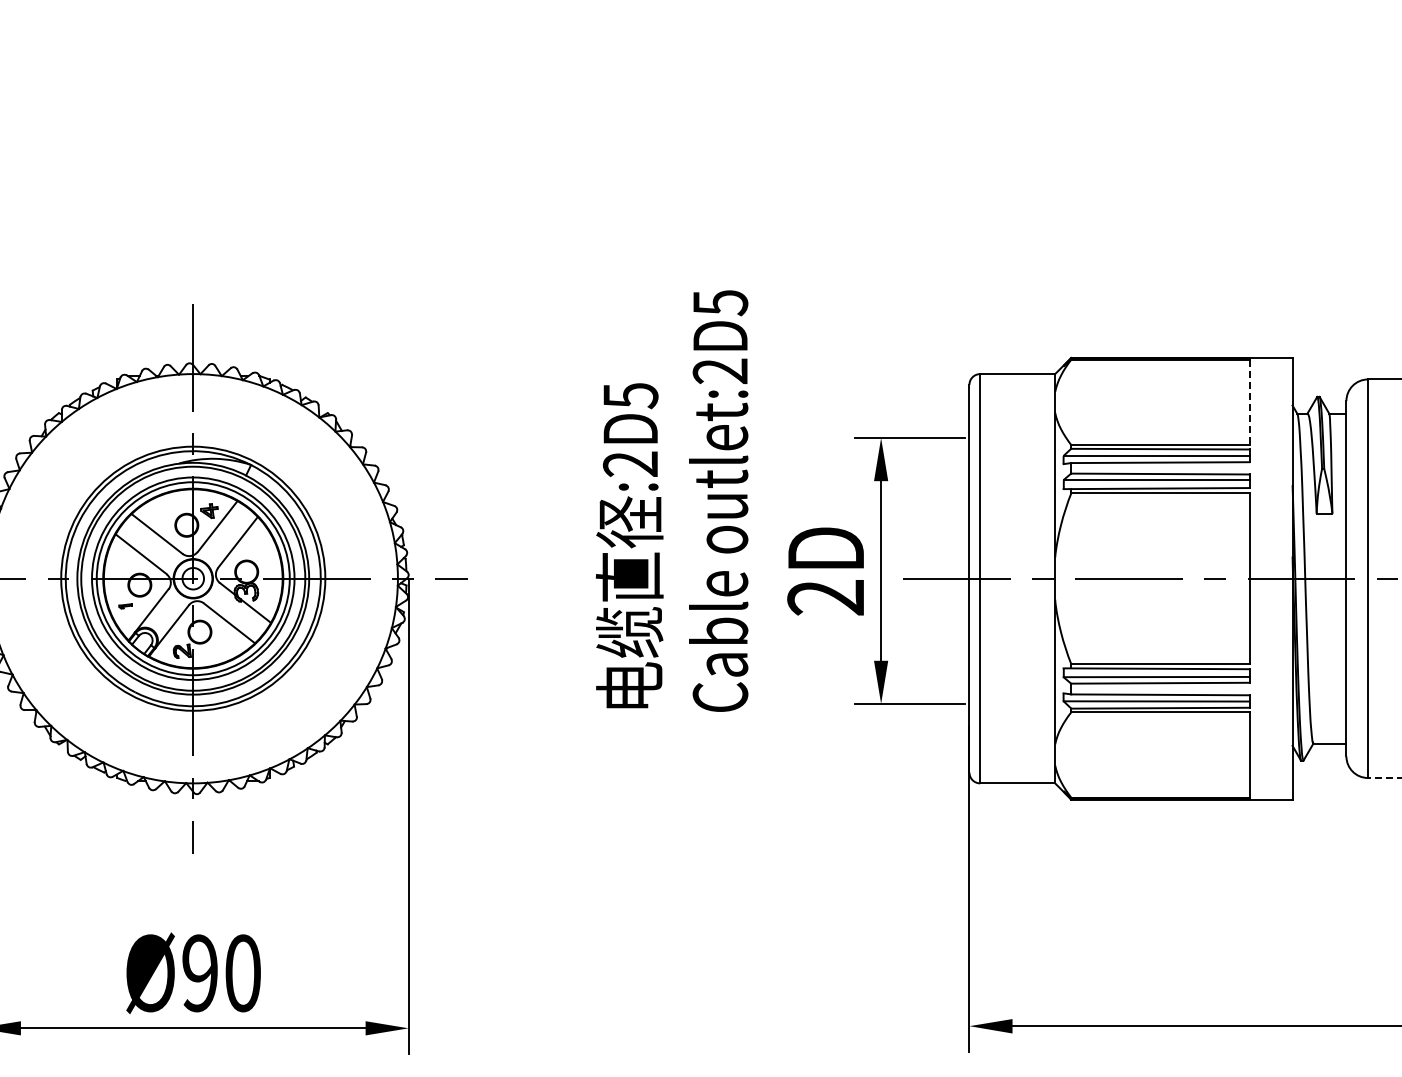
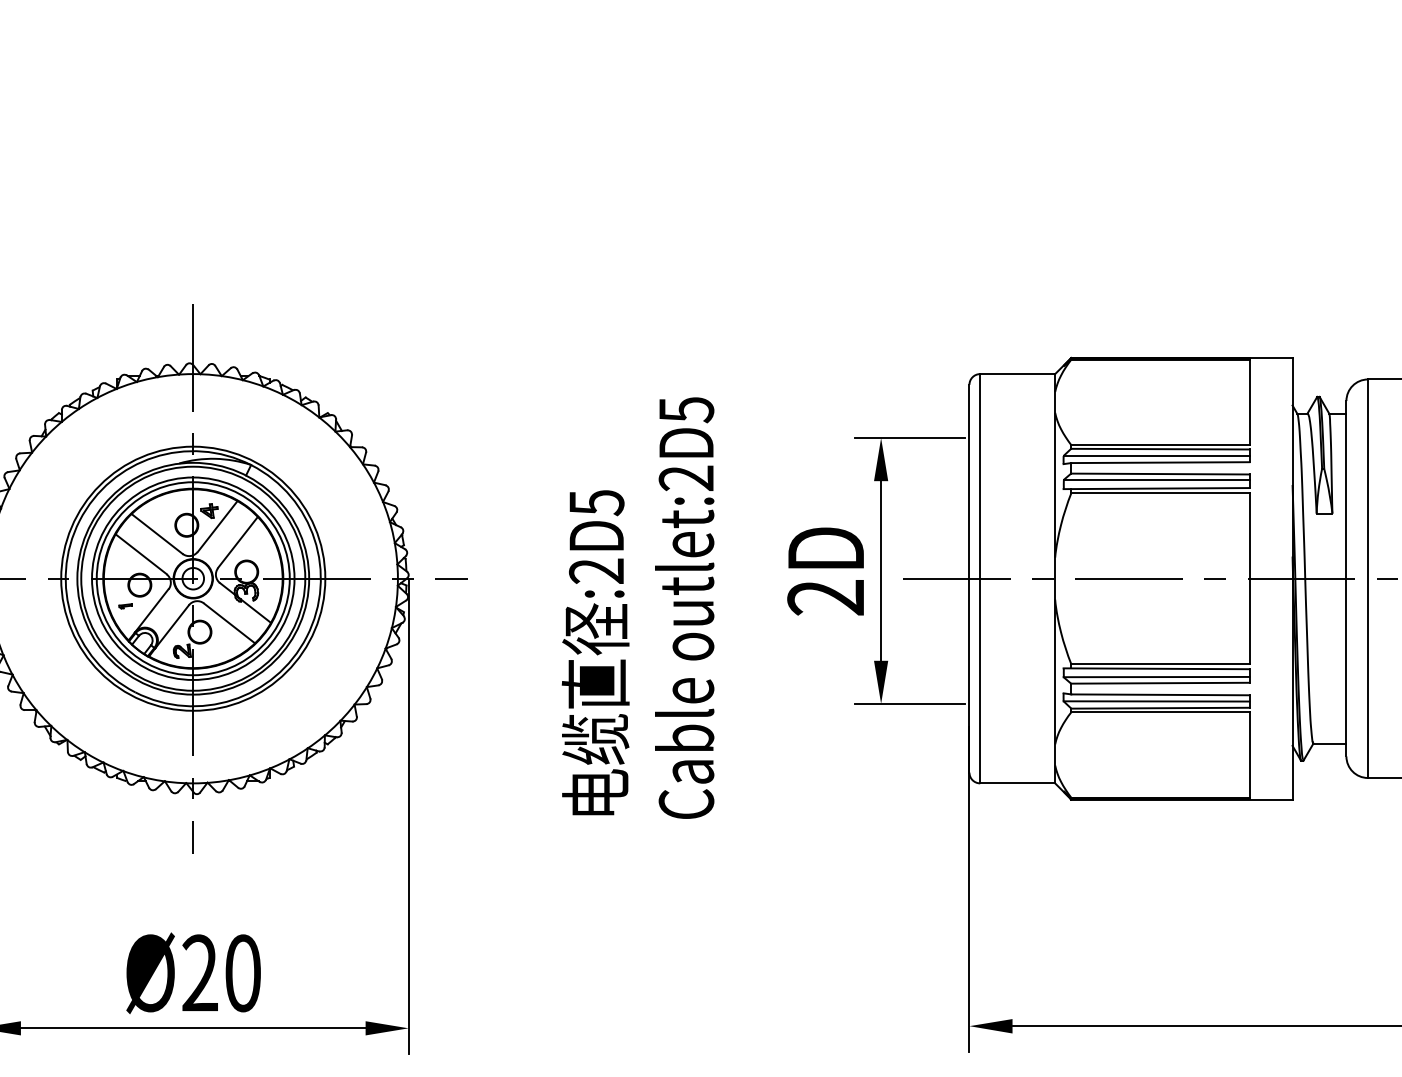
line at (1249, 402): dashed -> solid
text at (671, 500) position: (671, 500) -> (637, 607)
line at (1384, 778): dashed -> solid
text at (199, 973): Ø90 -> Ø20
